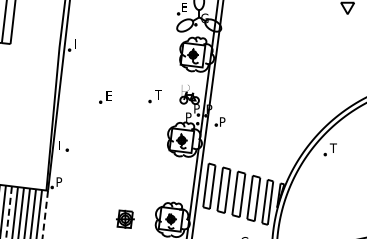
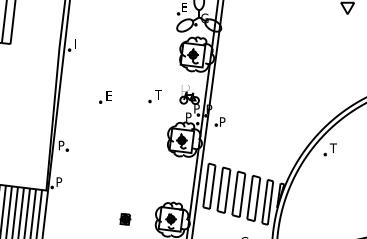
text at (61, 145): I -> P
line at (9, 212): dashed -> solid
line at (45, 214): dashed -> solid
part at (125, 218) size: 19x20 px -> 13x13 px
